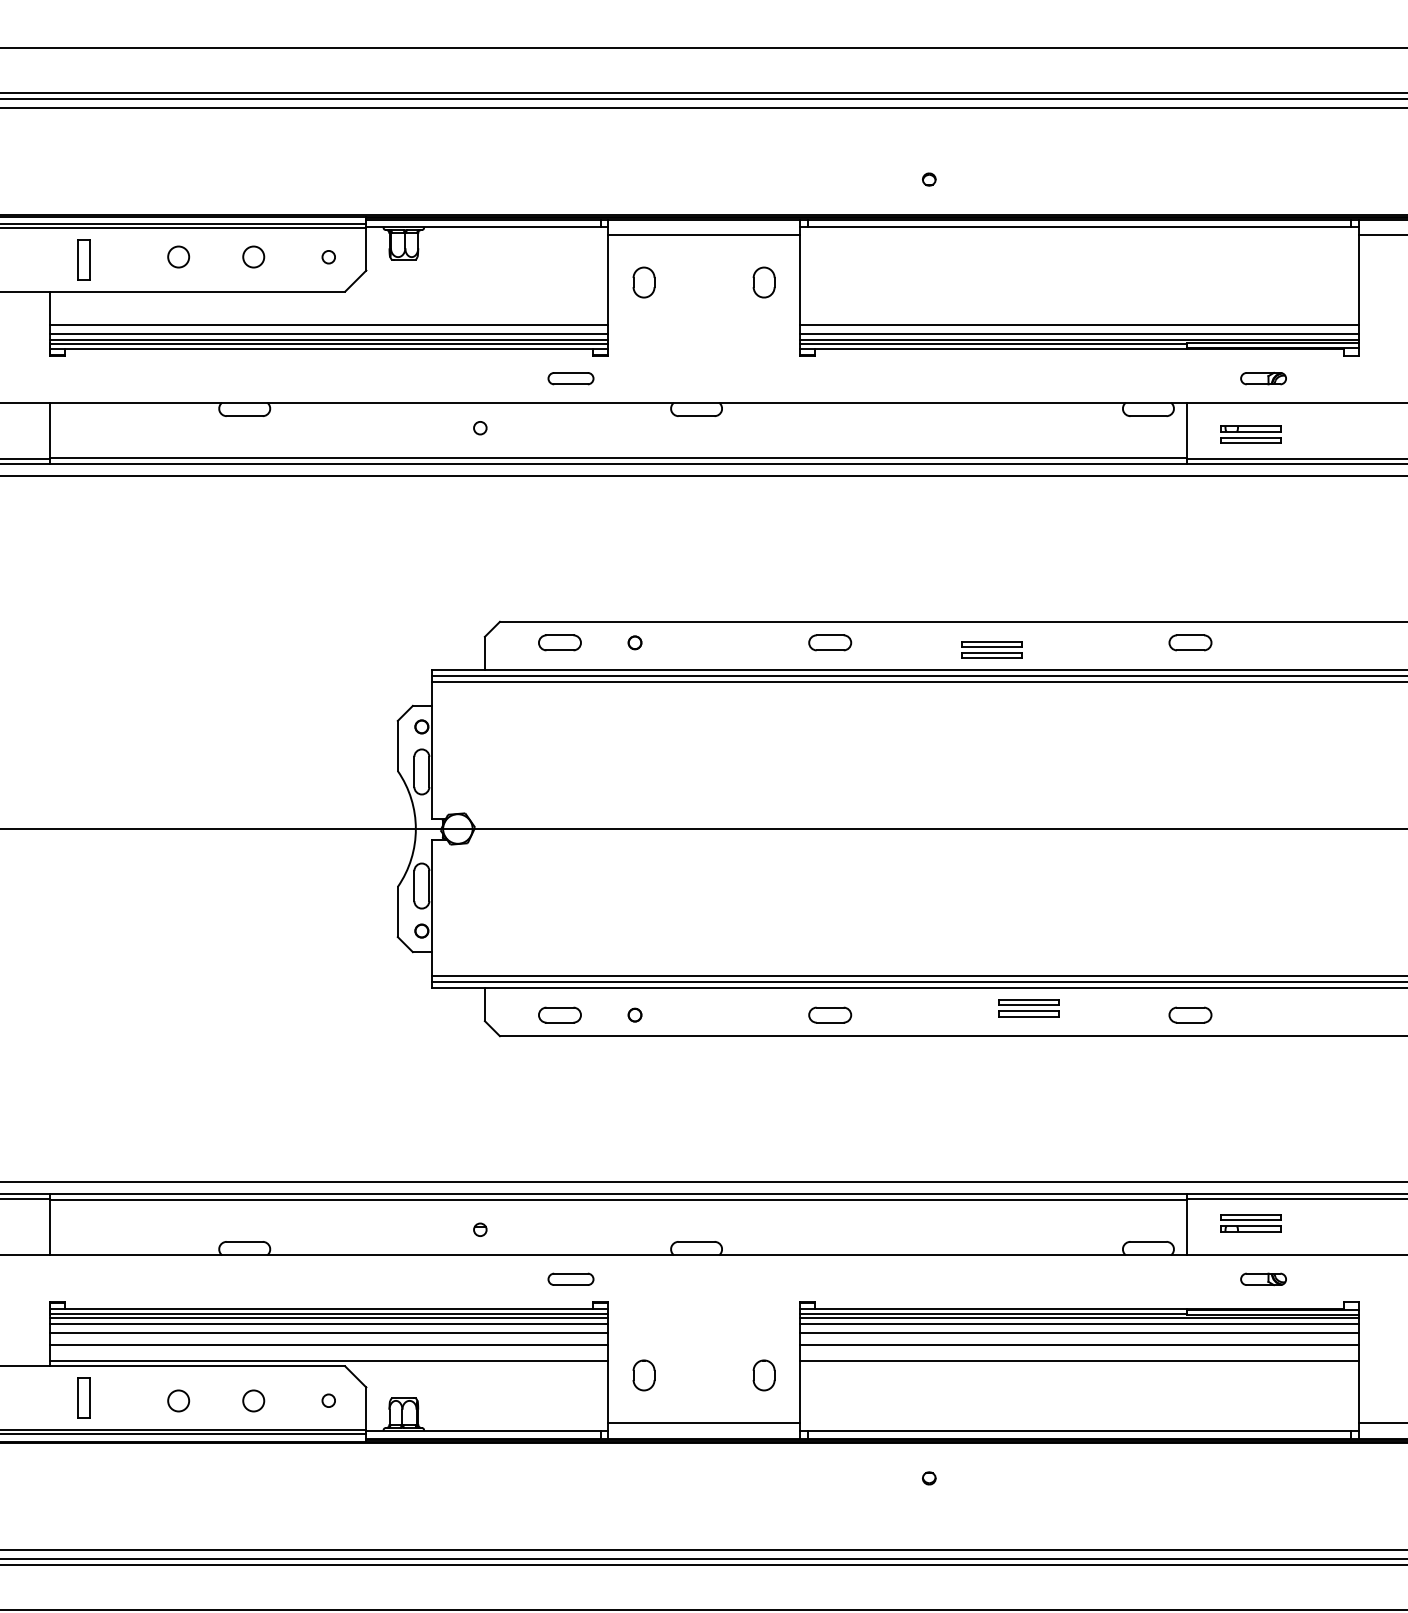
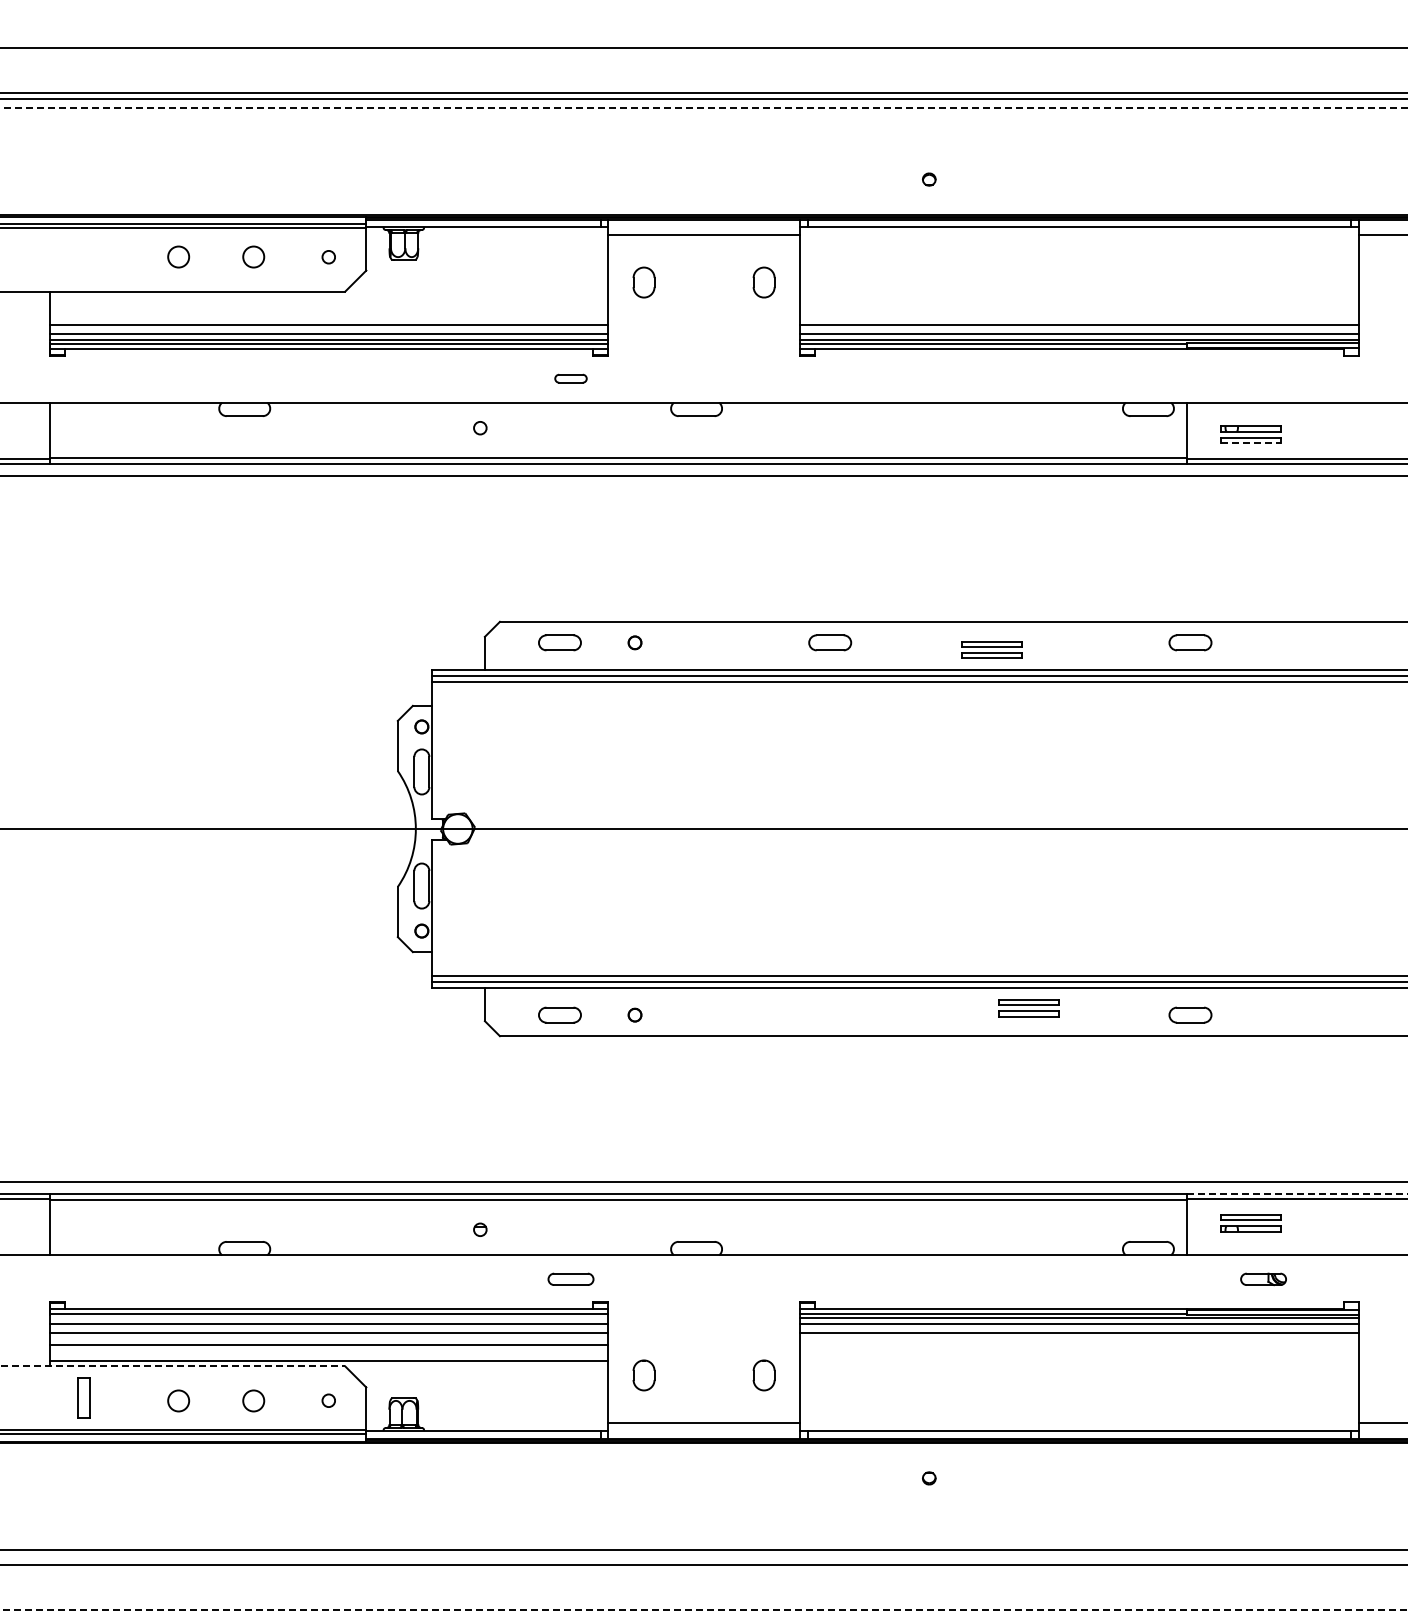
line at (704, 108): solid -> dashed
part at (83, 259): present -> none
part at (570, 378) size: 48x14 px -> 34x11 px
part at (1263, 378): present -> none
line at (1251, 443): solid -> dashed
part at (830, 1014): present -> none
line at (1298, 1193): solid -> dashed
line at (328, 1318): present -> none
line at (1079, 1345): present -> none
line at (1079, 1360): present -> none
line at (173, 1366): solid -> dashed
line at (703, 1558): present -> none
line at (703, 1609): solid -> dashed
